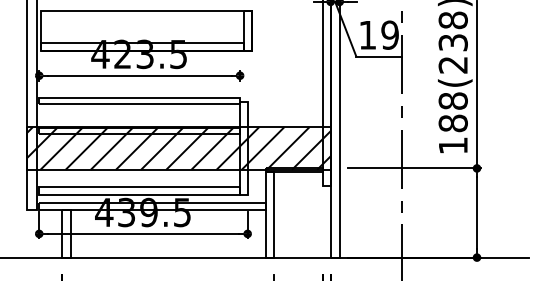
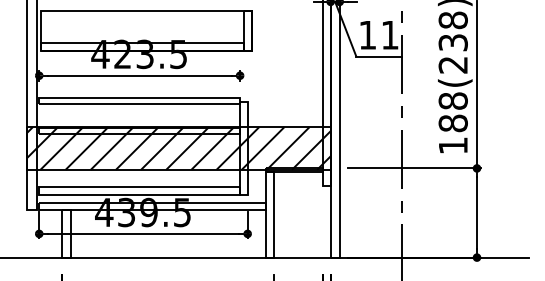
text at (389, 34): 19 -> 11
